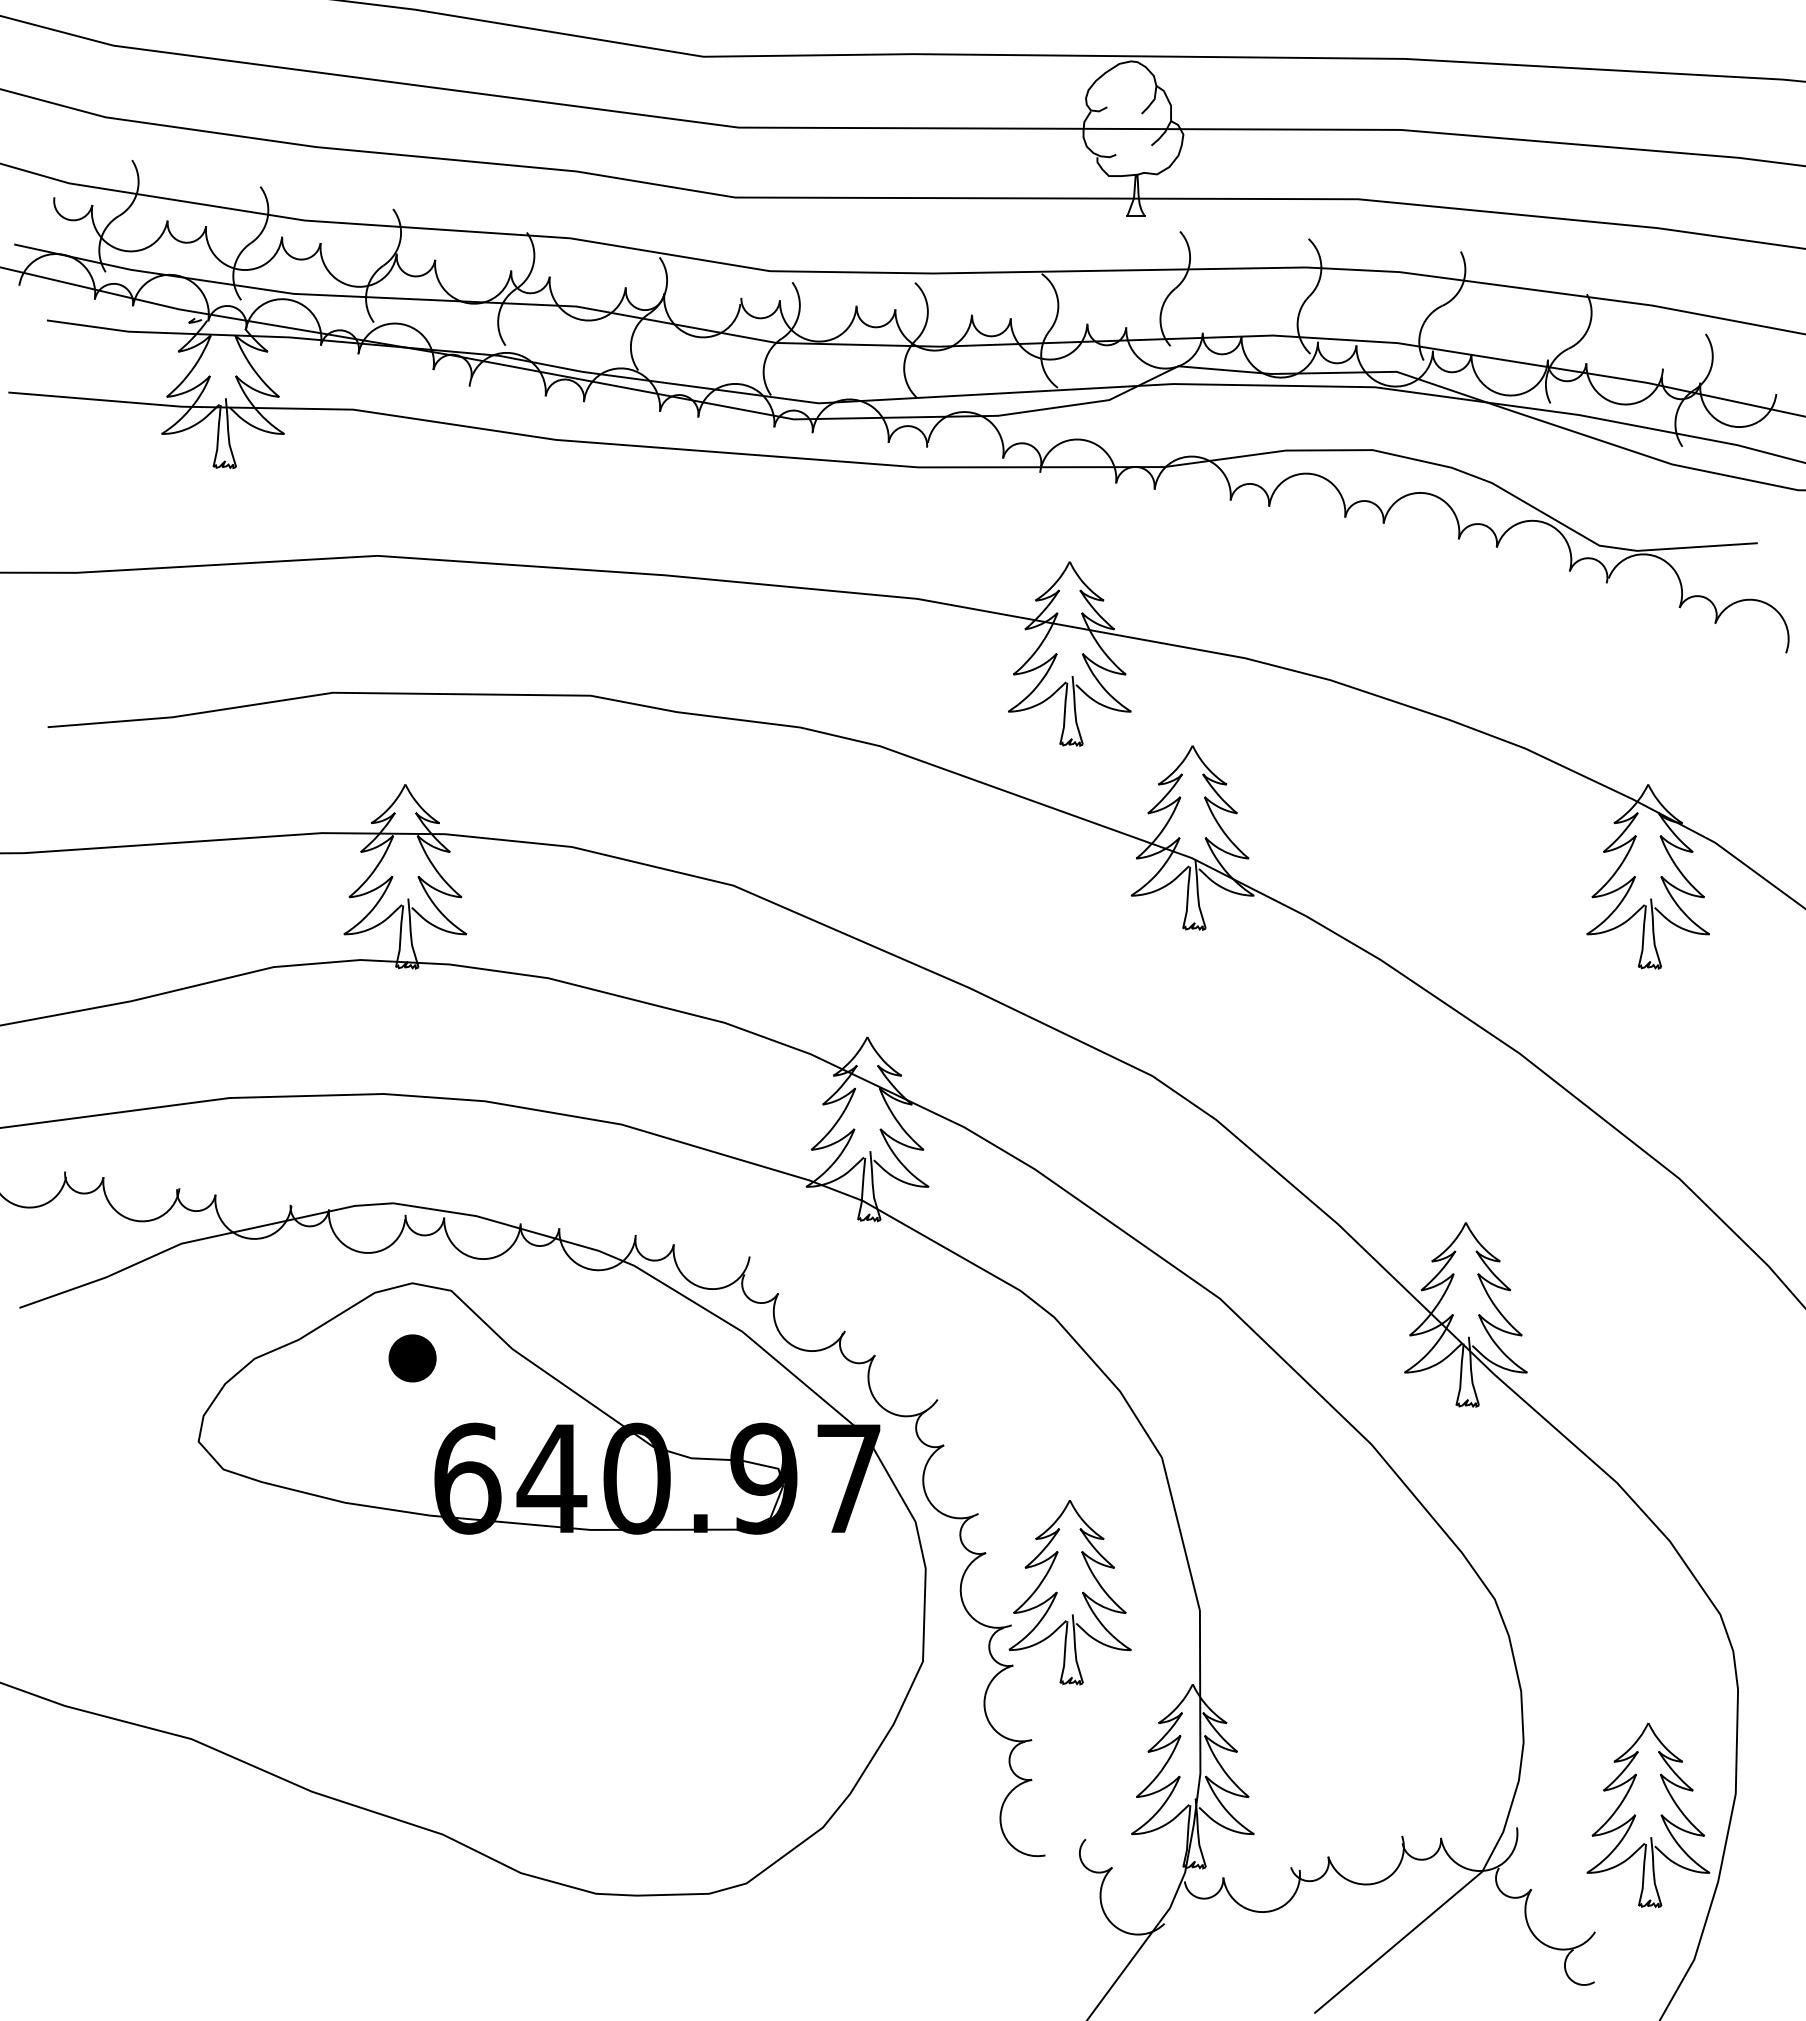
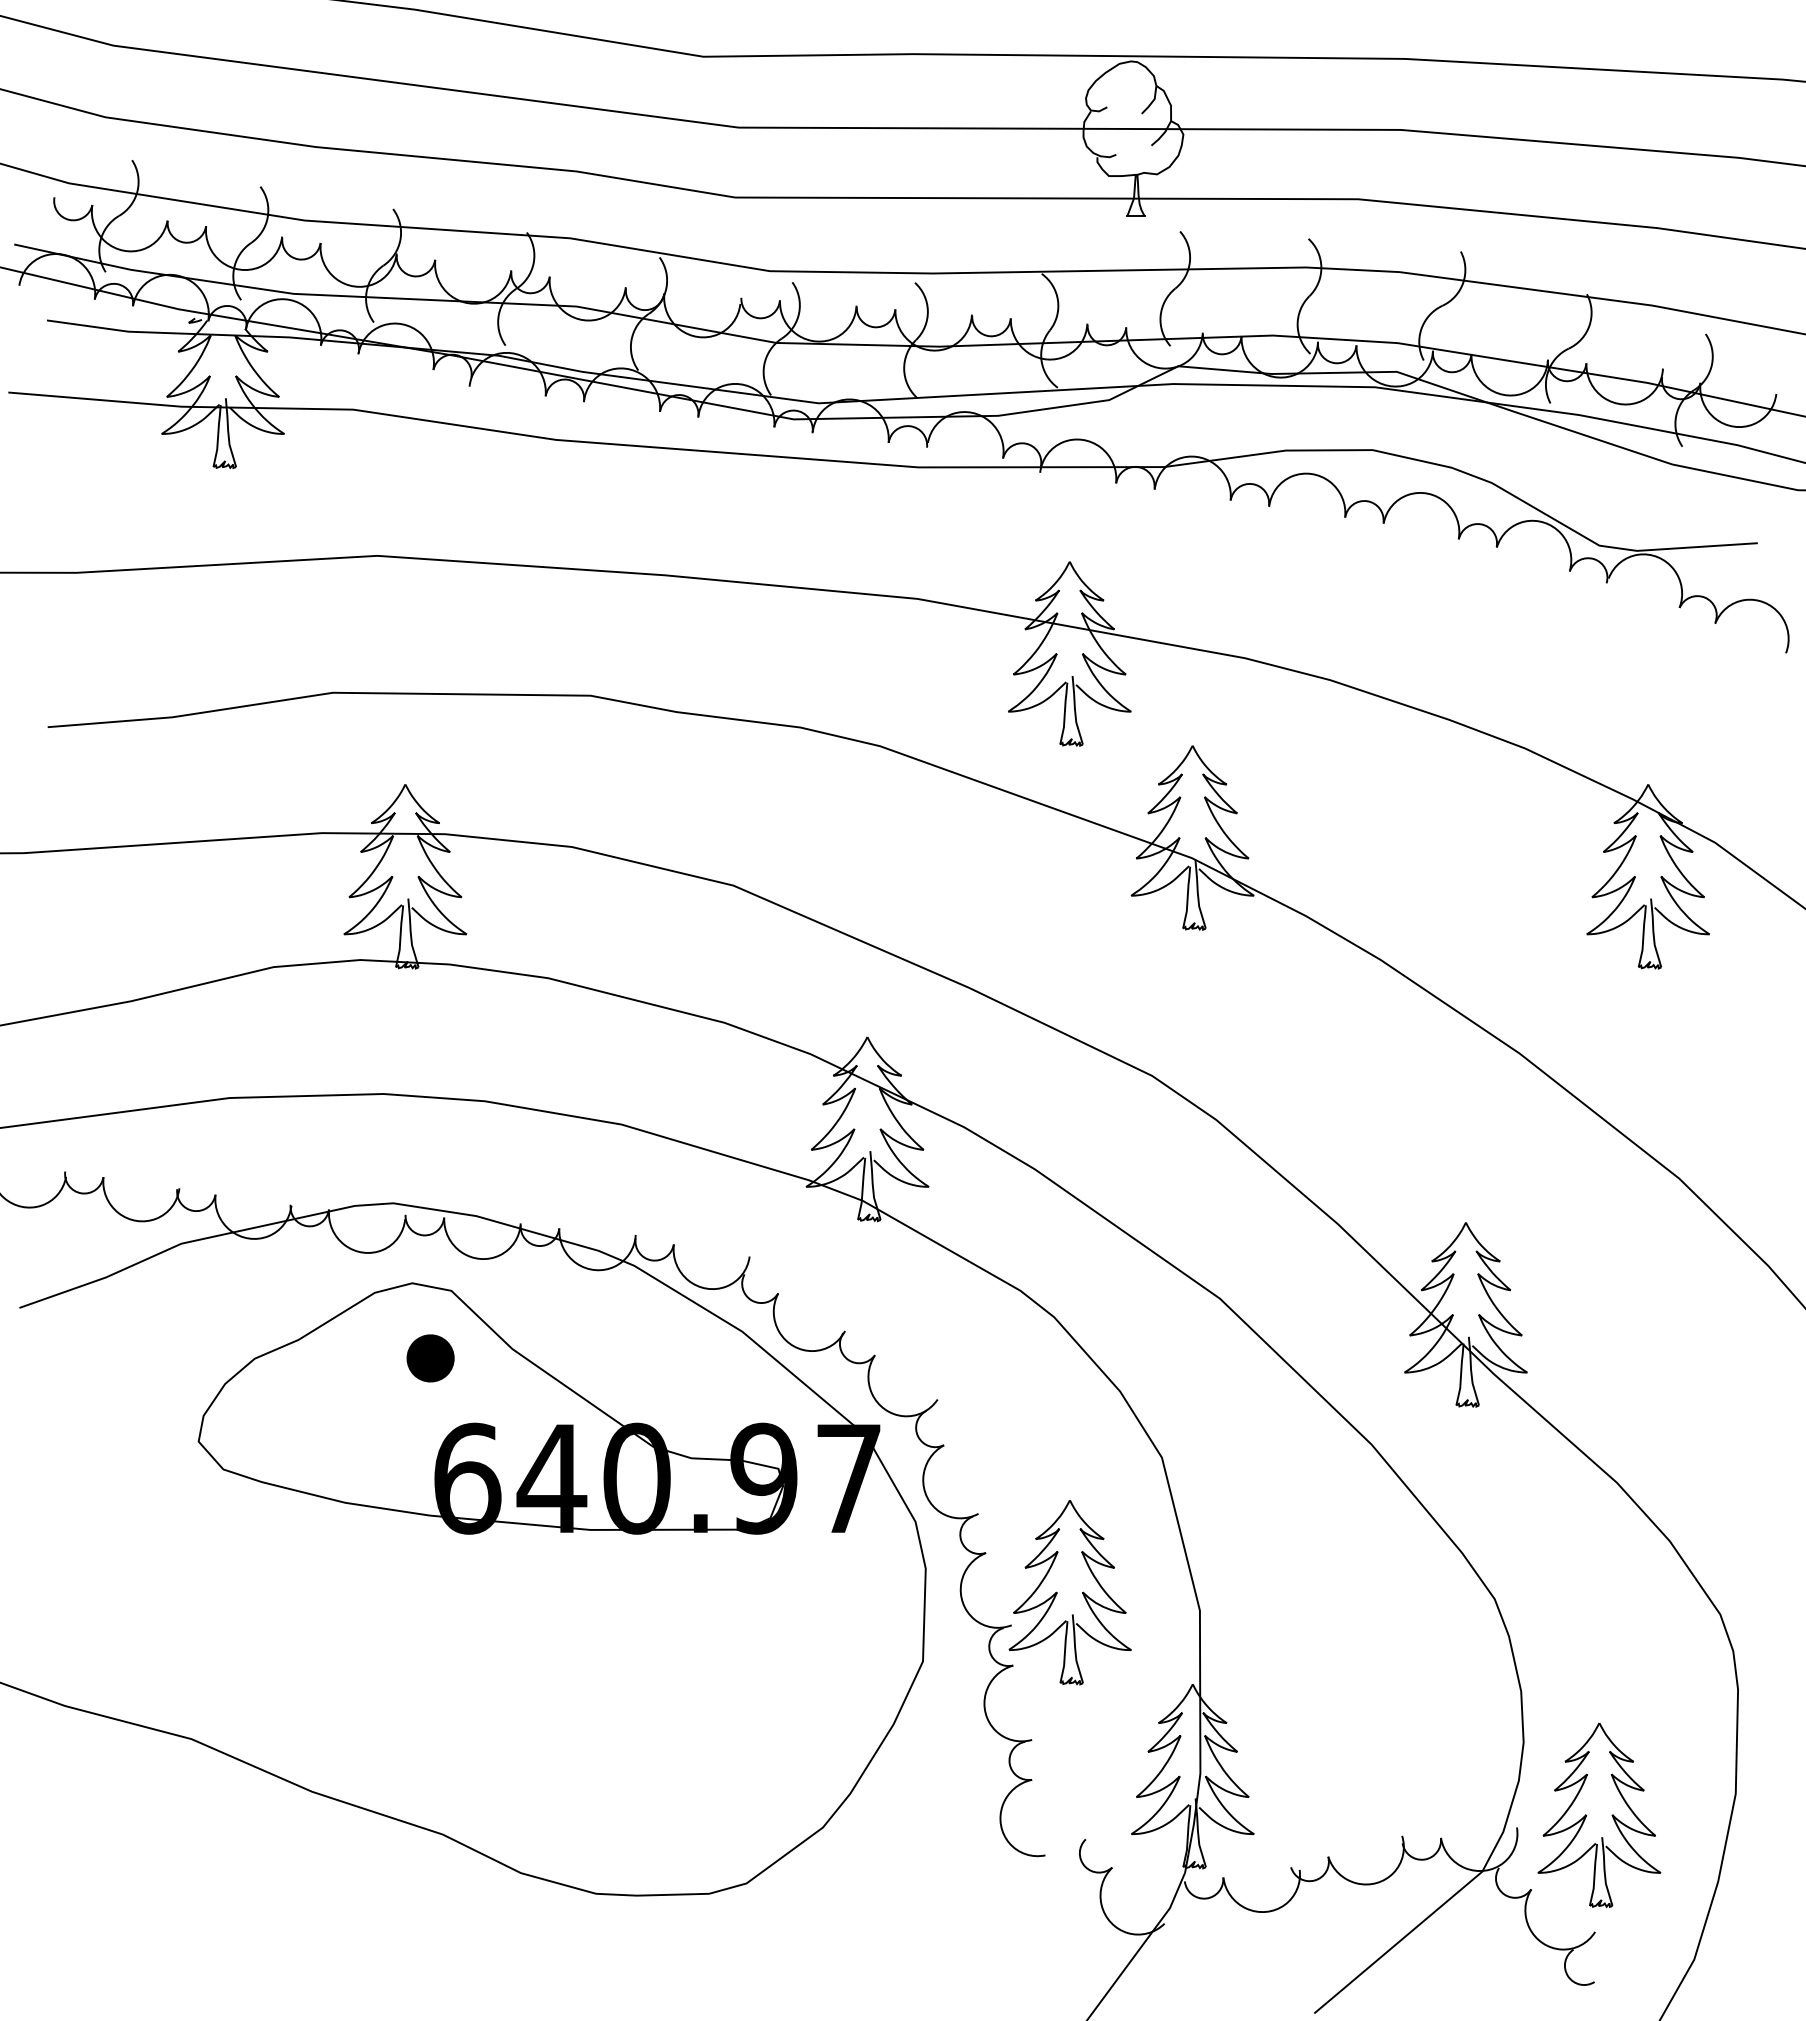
part at (412, 1358) position: (412, 1358) -> (430, 1358)
part at (1648, 1815) position: (1648, 1815) -> (1599, 1815)
